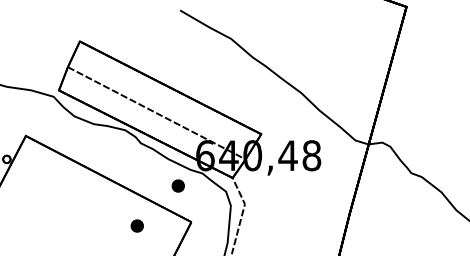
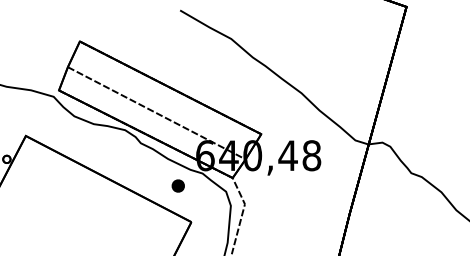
part at (136, 225): present -> none
